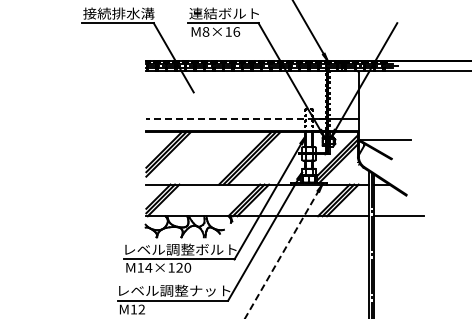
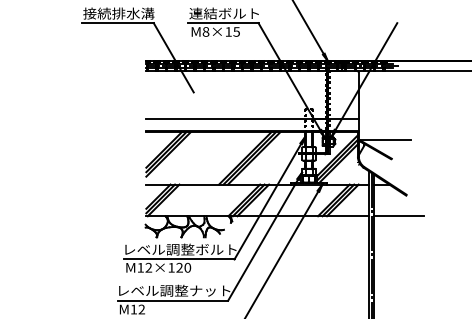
text at (236, 31): M8×16 -> M8×15
line at (236, 119): dashed -> solid
line at (283, 251): dashed -> solid
text at (148, 267): M14×120 -> M12×120
